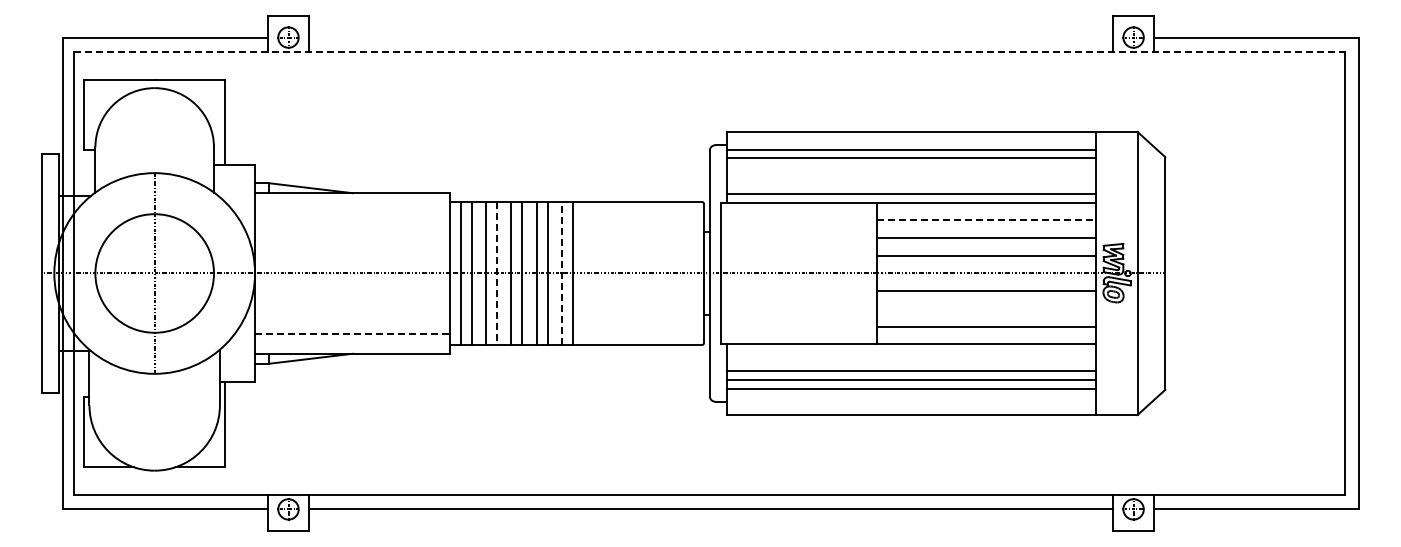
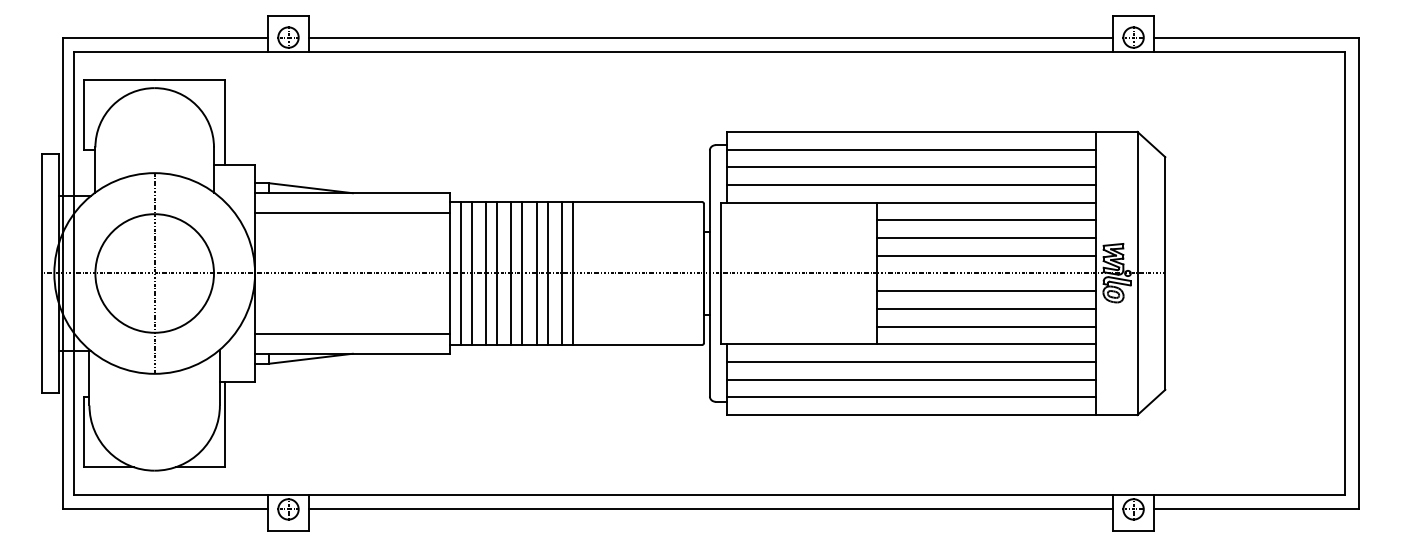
line at (710, 37): none -> present
line at (709, 51): dashed -> solid
line at (911, 158) position: (911, 158) -> (911, 167)
line at (911, 194) position: (911, 194) -> (911, 185)
line at (352, 213): none -> present
line at (987, 220): dashed -> solid
line at (496, 273): dashed -> solid
line at (562, 273): dashed -> solid
line at (986, 308): none -> present
line at (352, 333): dashed -> solid
line at (911, 370) position: (911, 370) -> (911, 361)
line at (911, 389) position: (911, 389) -> (911, 397)
